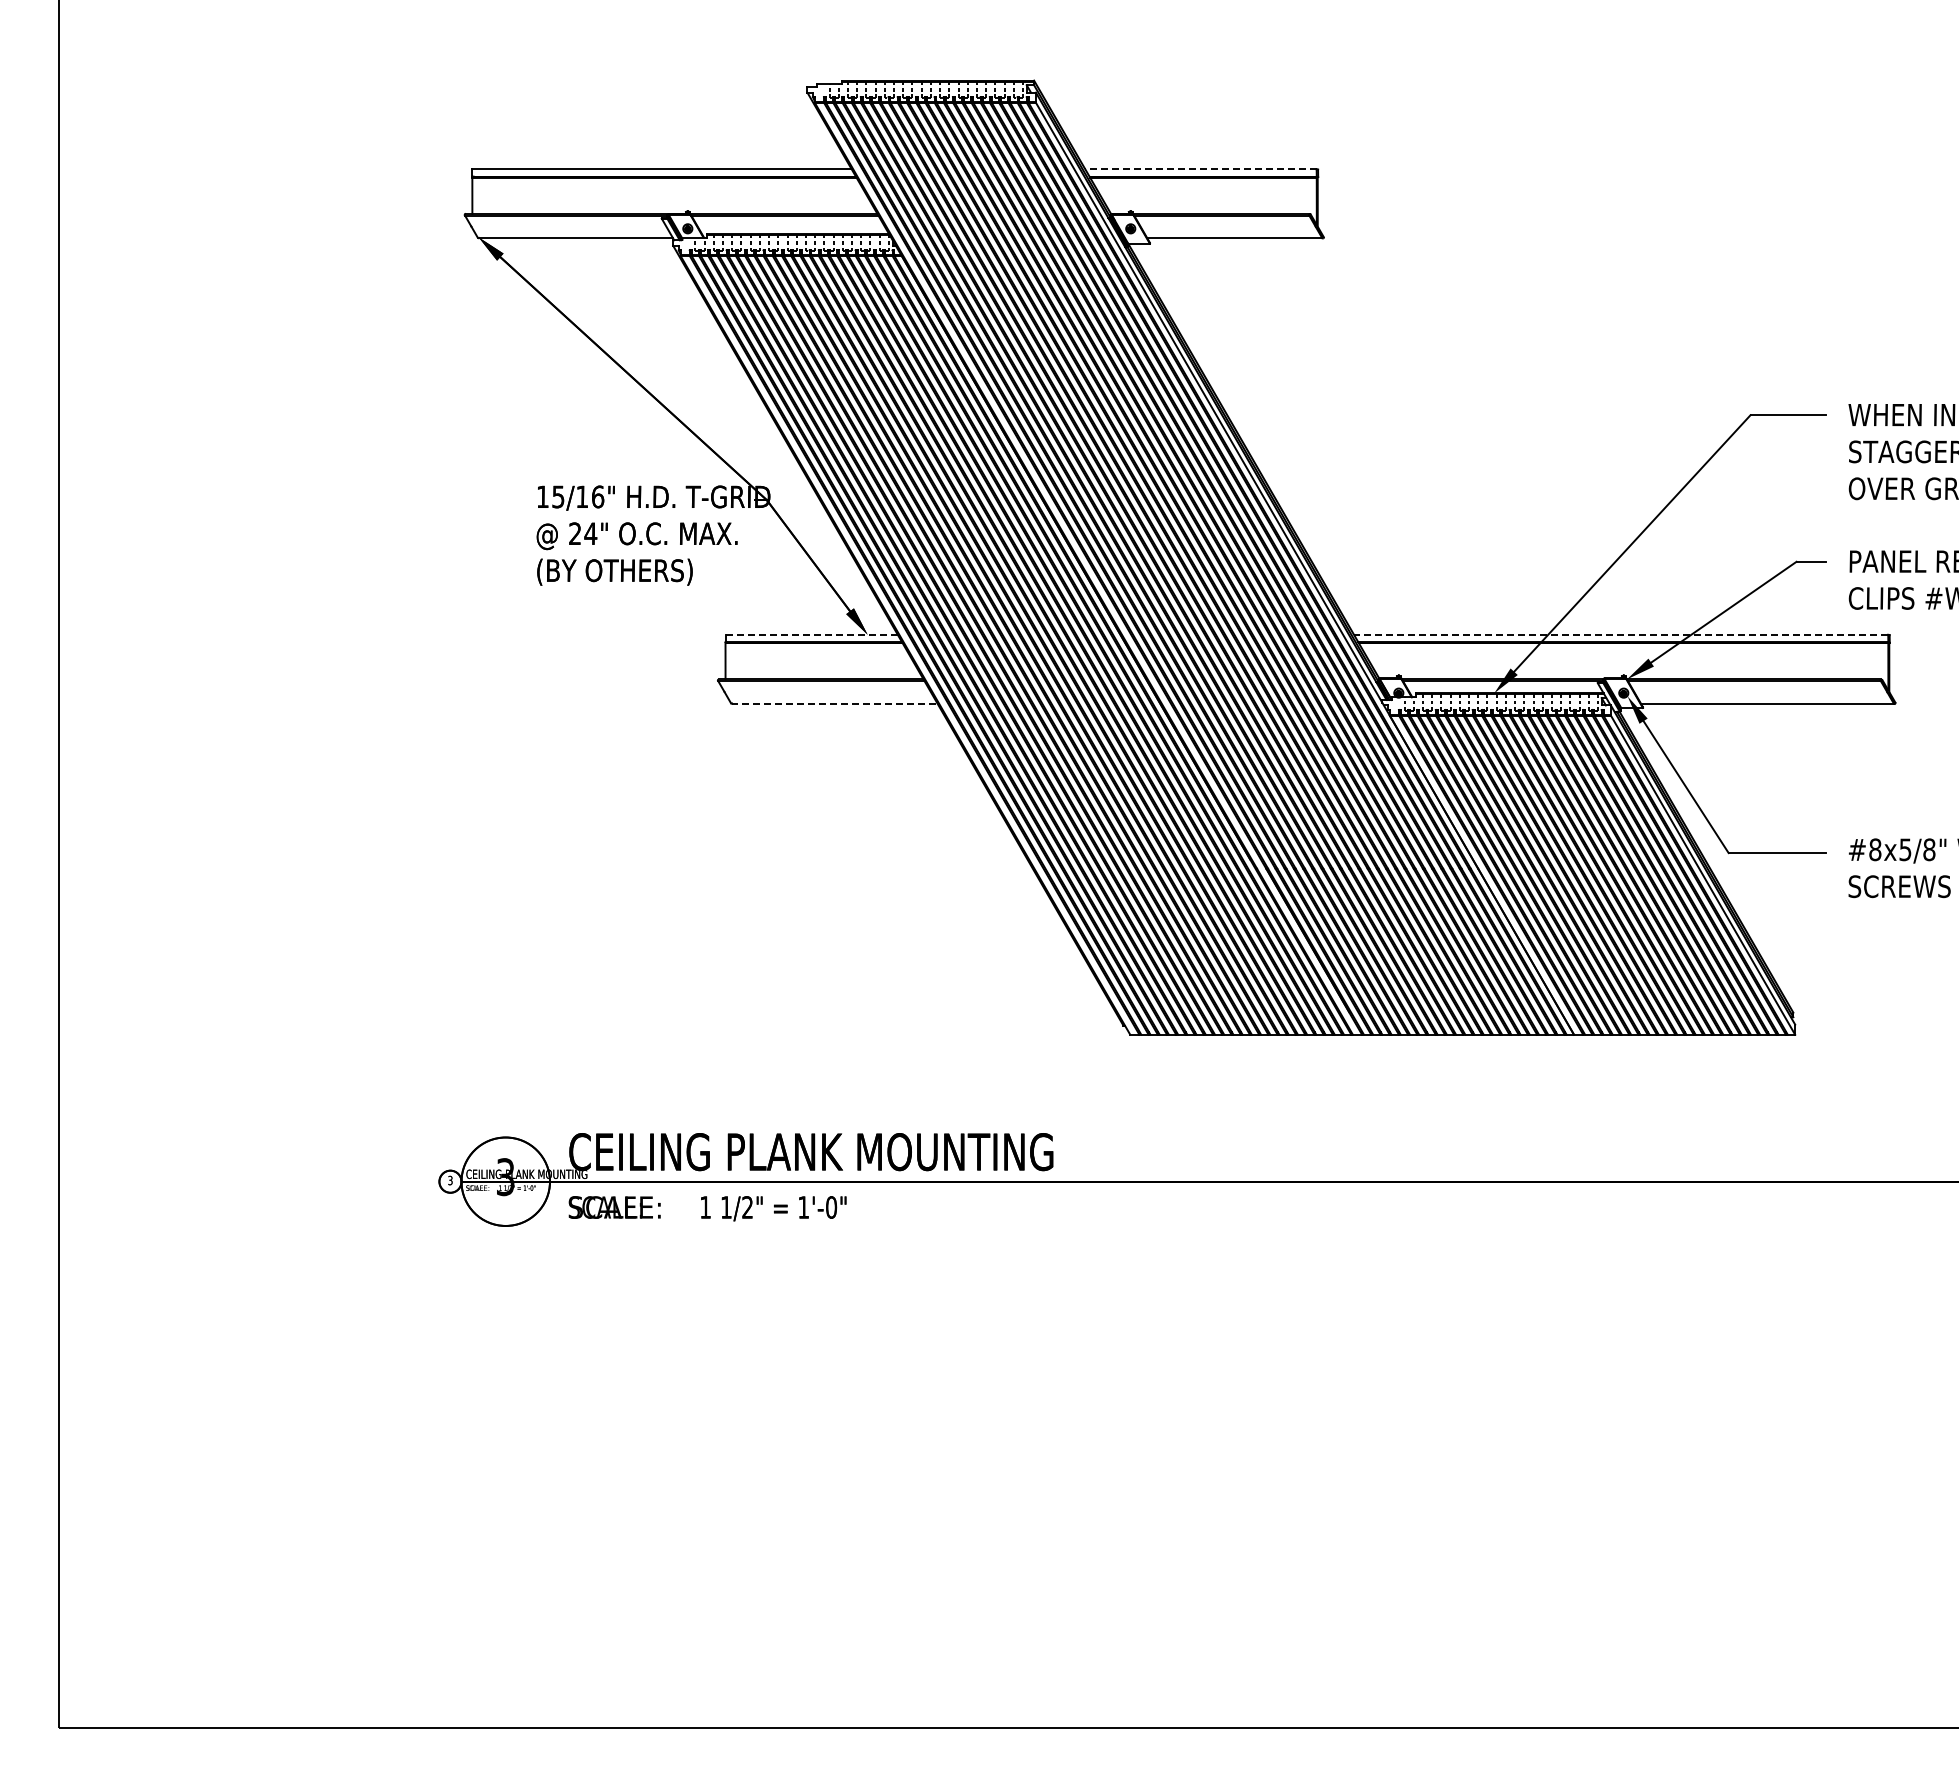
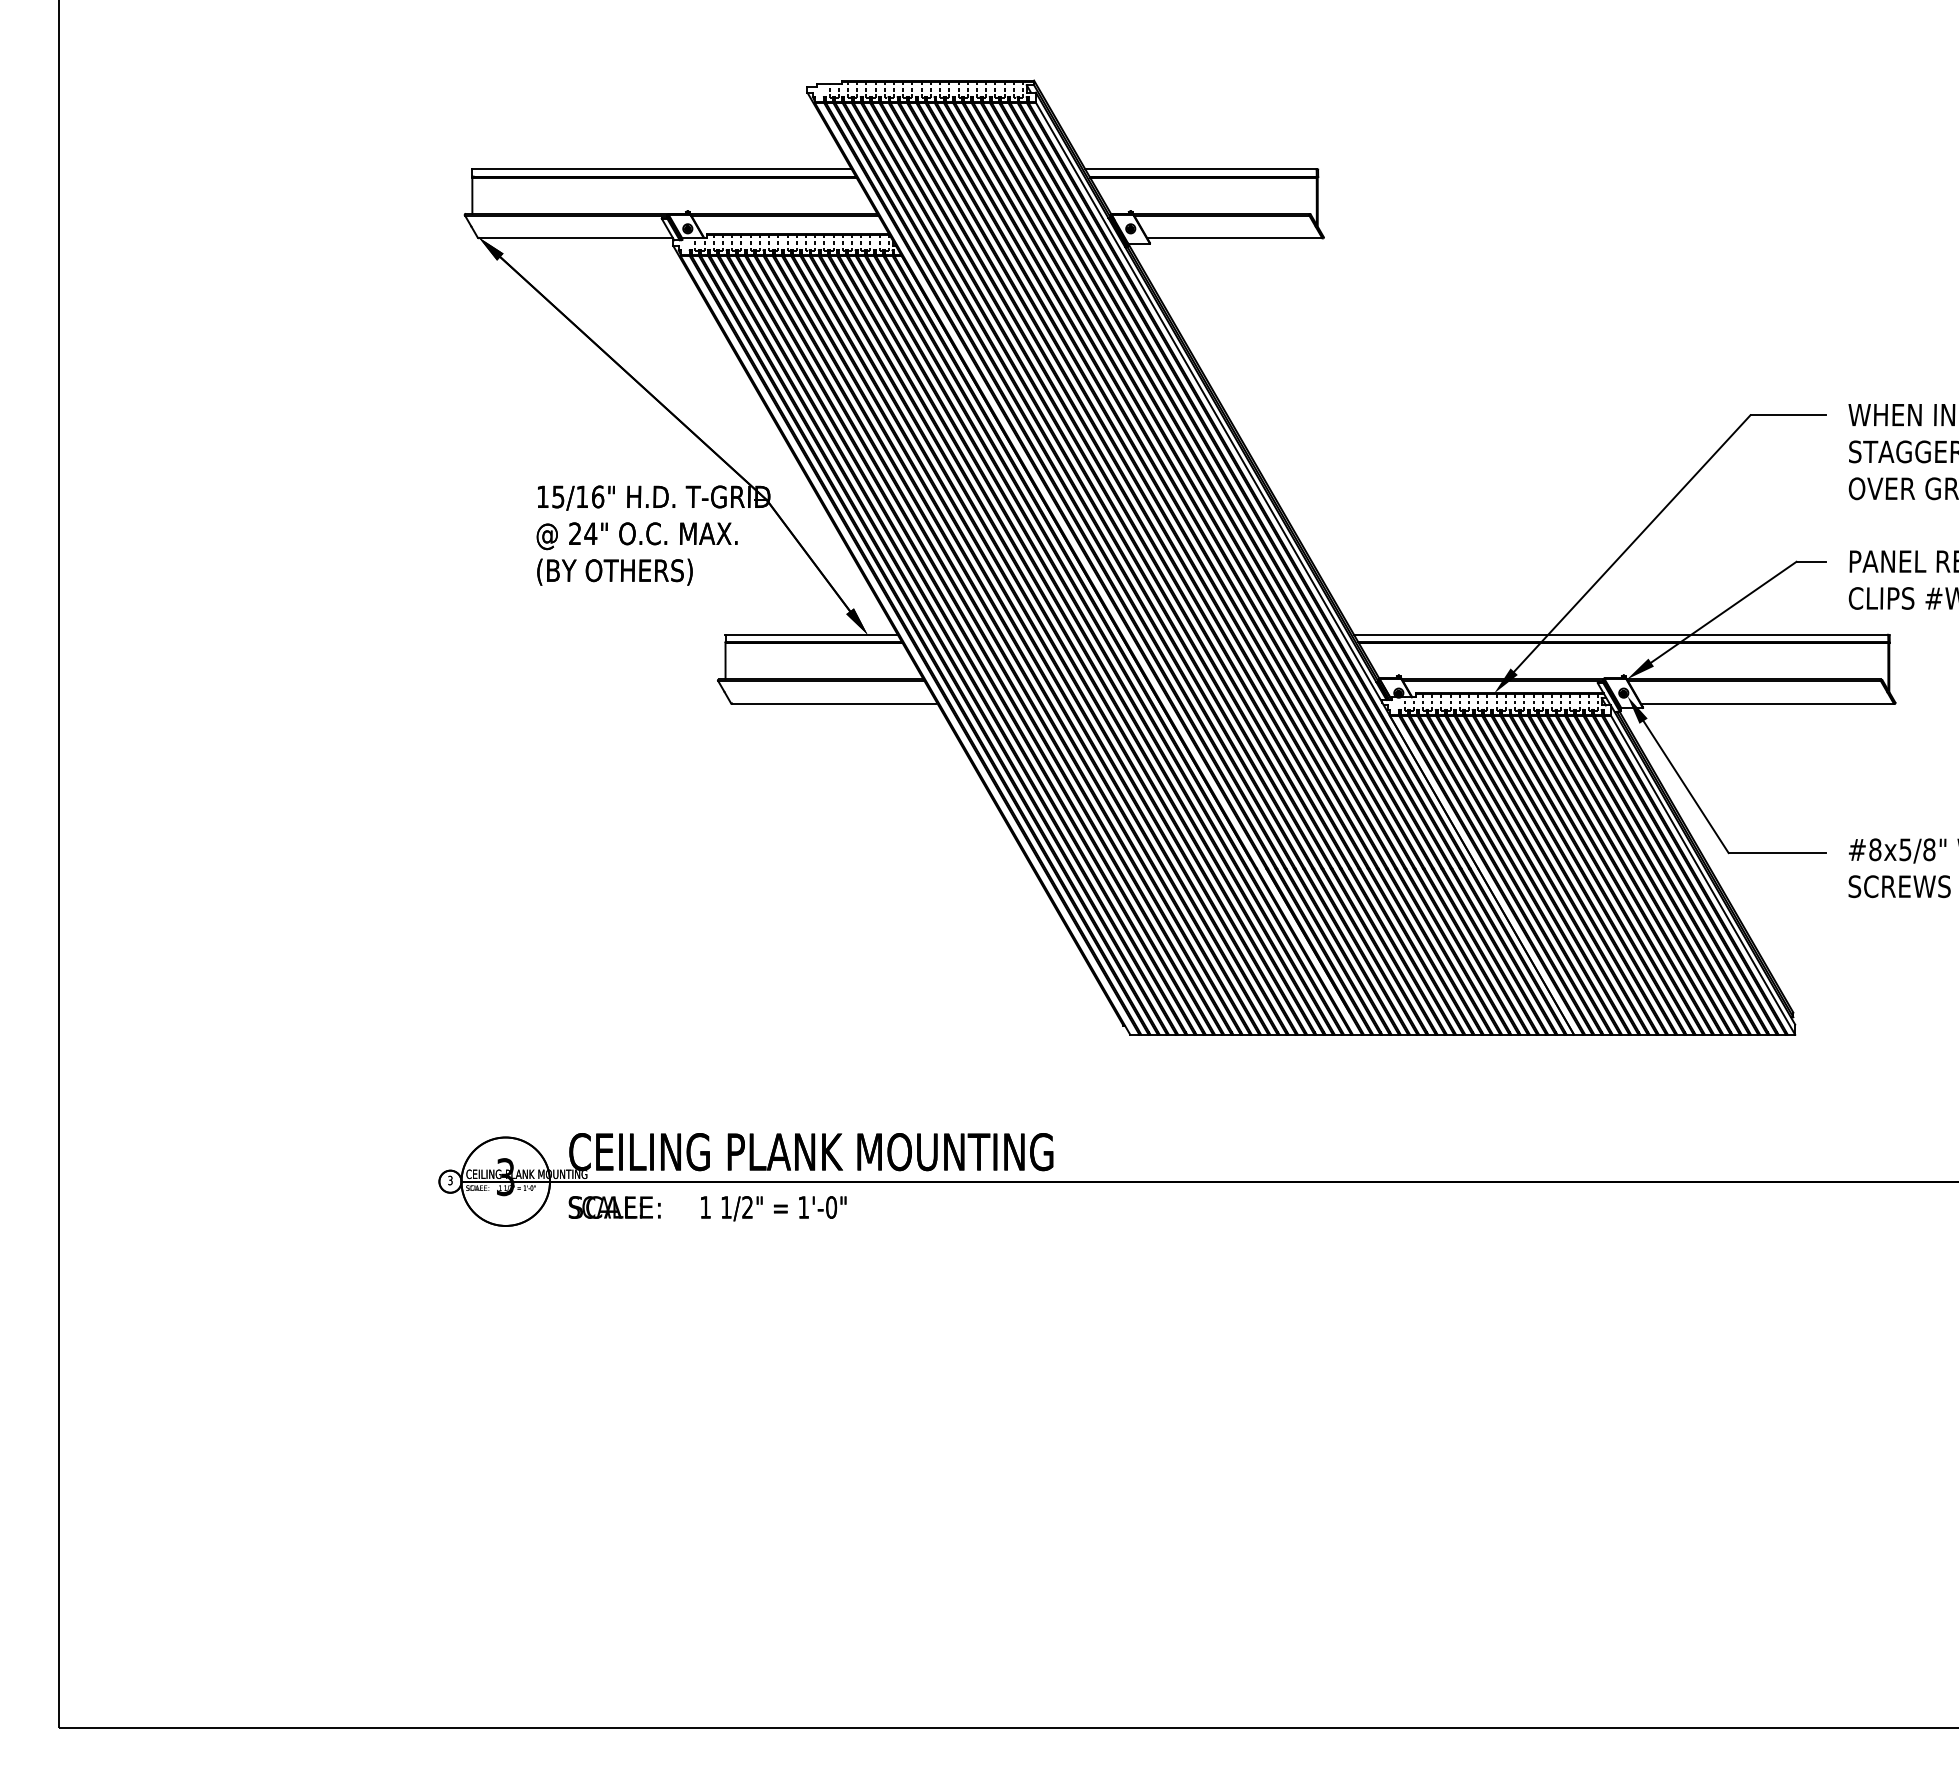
line at (1201, 169): dashed -> solid
line at (811, 634): dashed -> solid
line at (1620, 634): dashed -> solid
line at (833, 703): dashed -> solid
